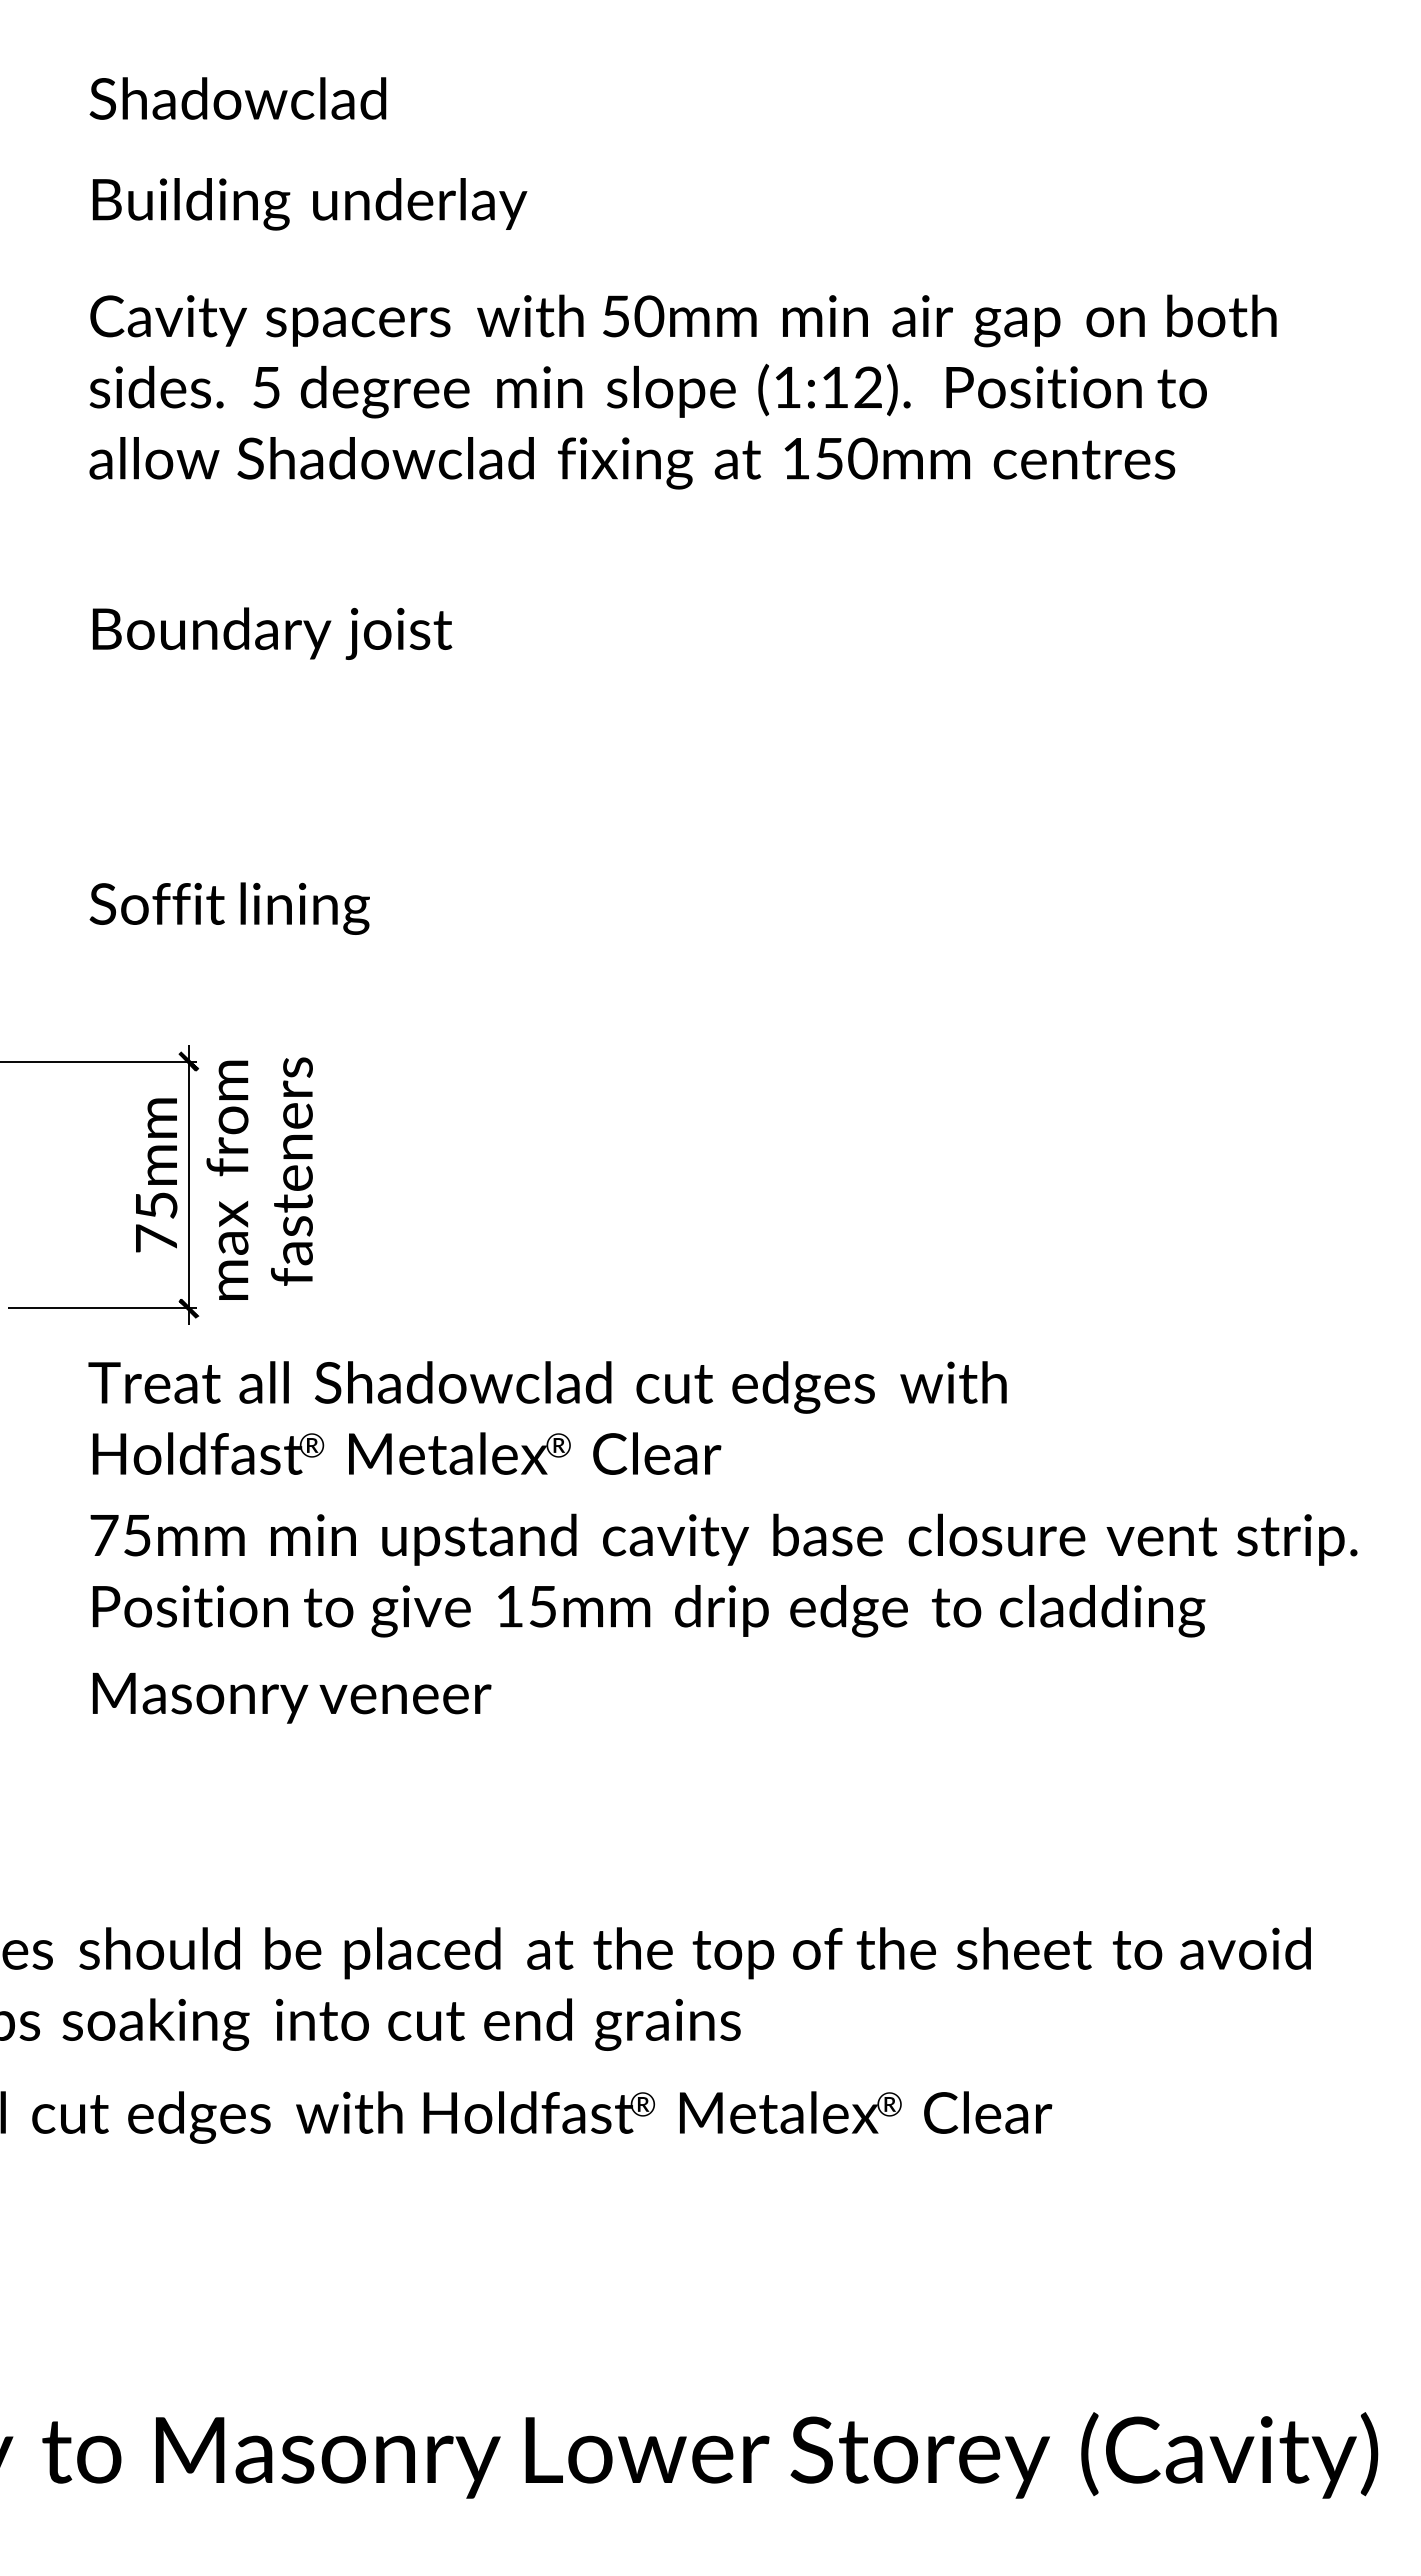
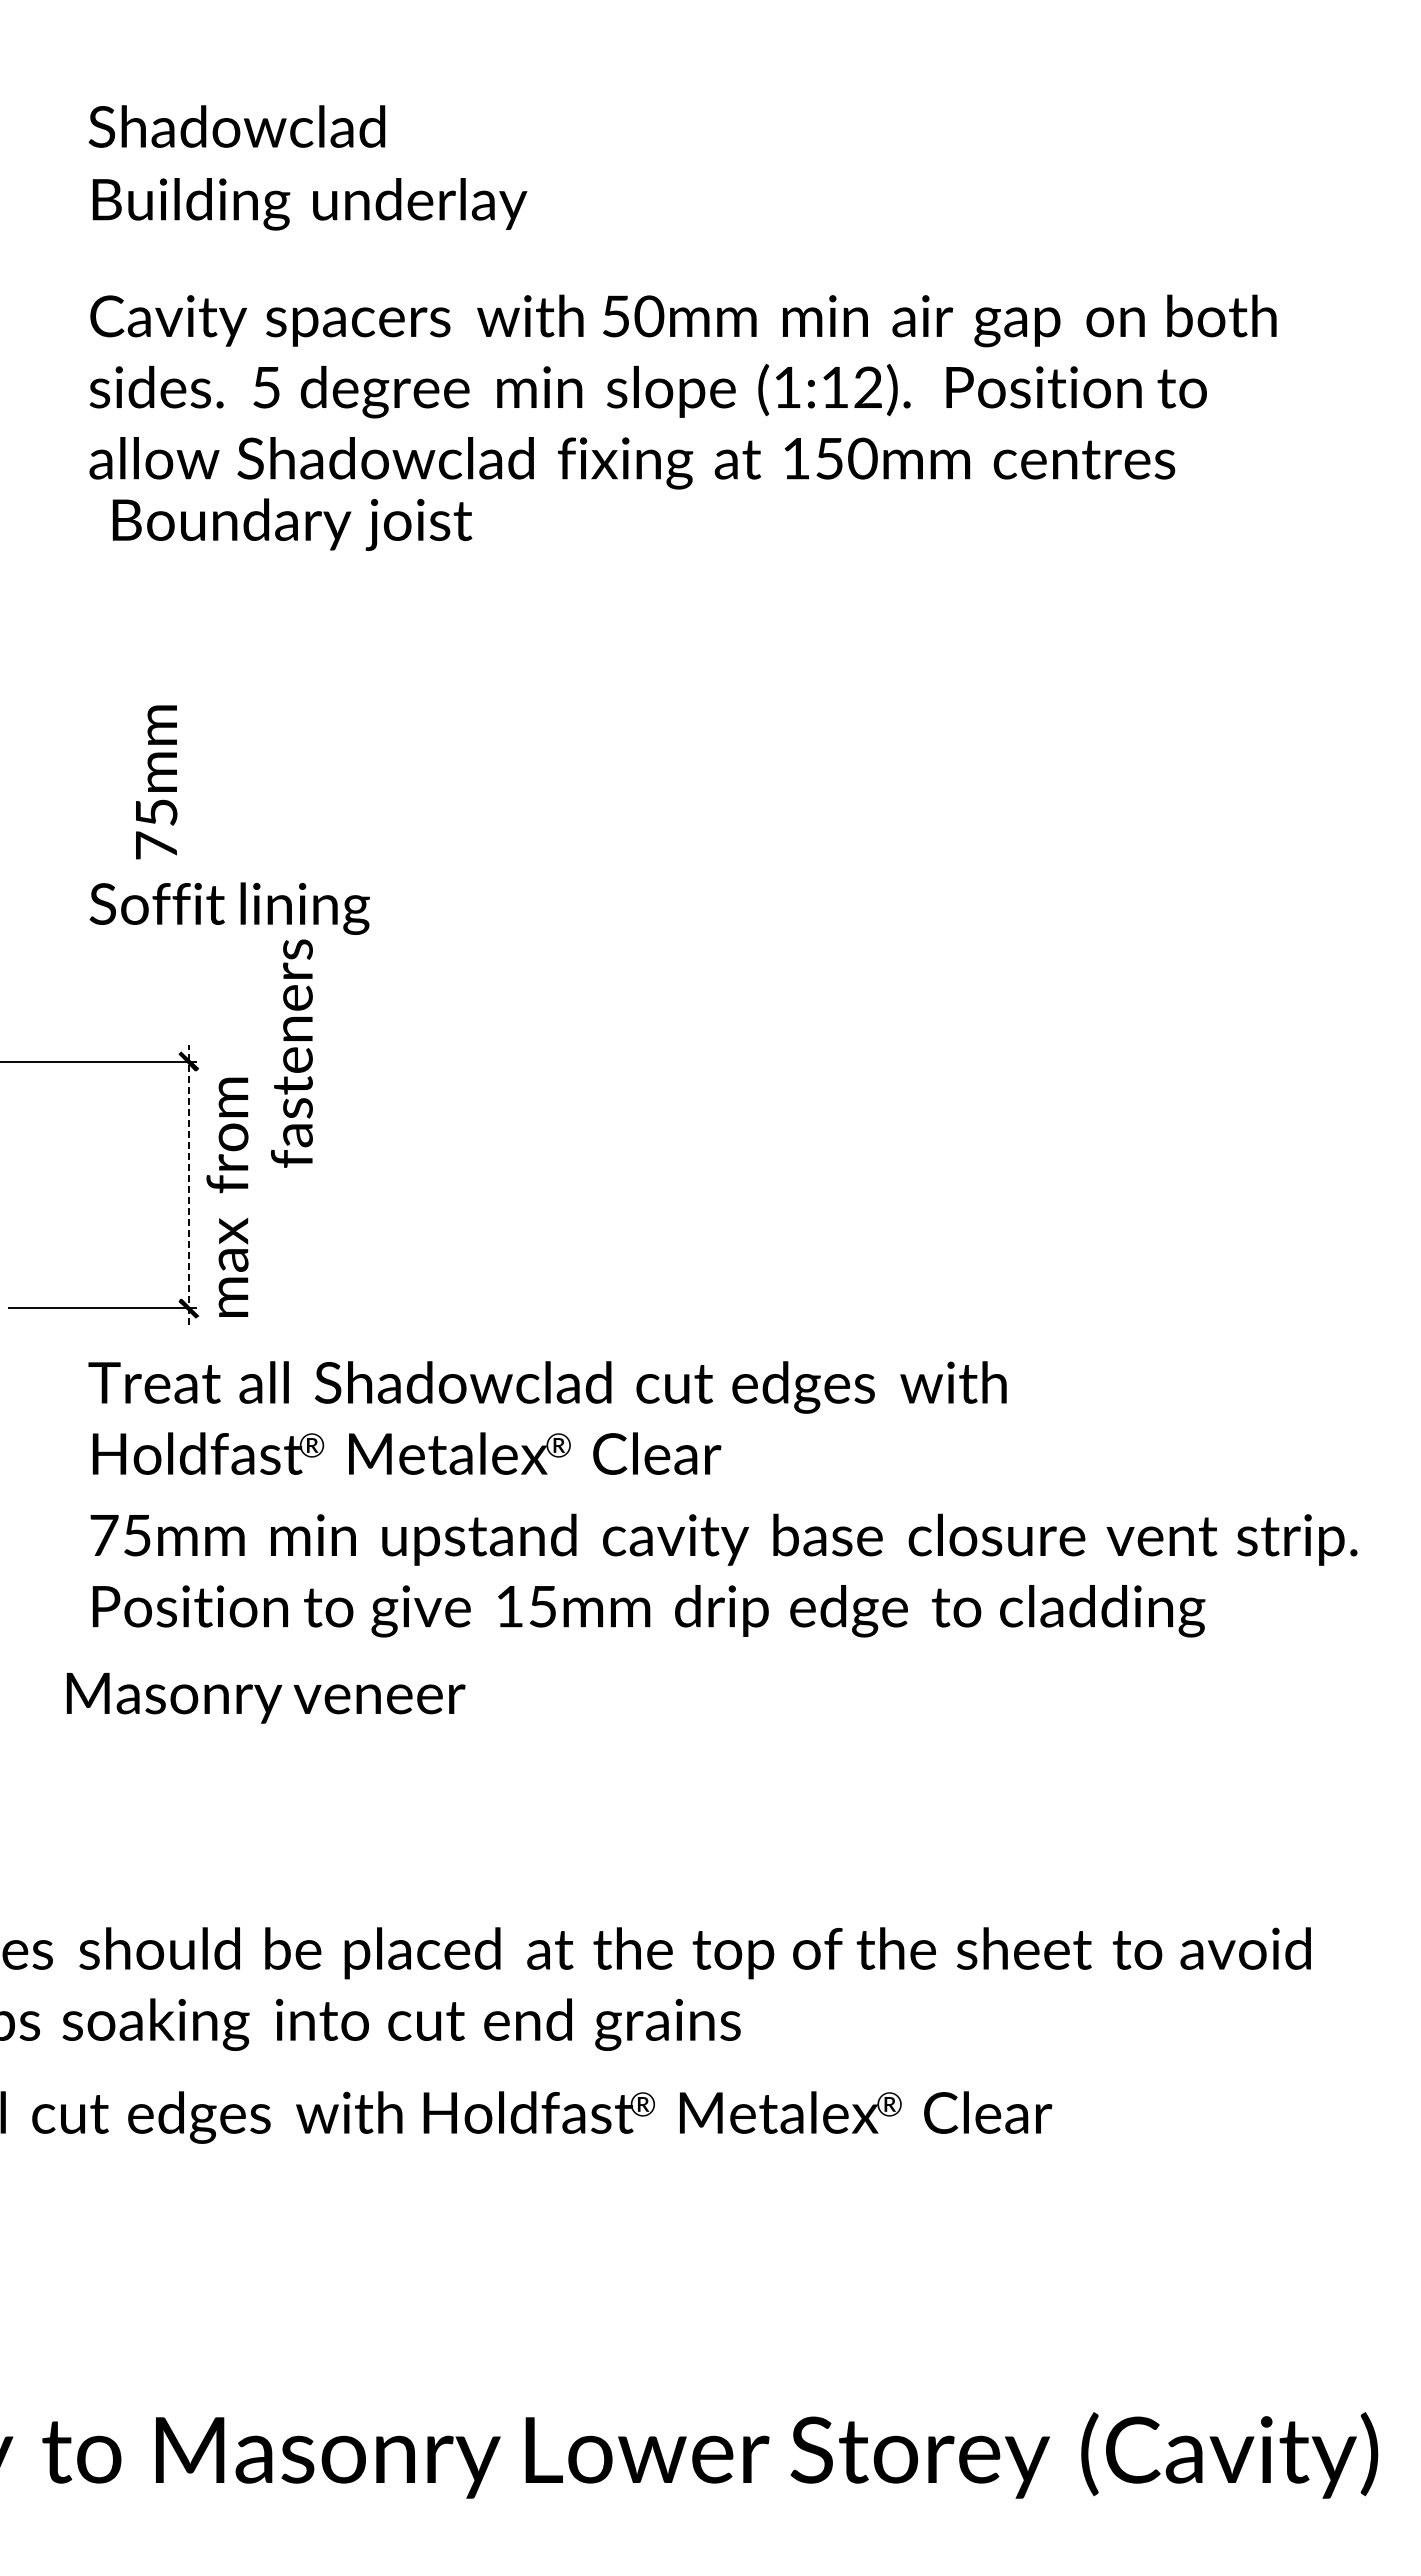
text at (237, 98) position: (237, 98) -> (236, 126)
text at (272, 633) position: (272, 633) -> (292, 524)
text at (291, 1171) position: (291, 1171) -> (291, 1053)
text at (156, 1175) position: (156, 1175) -> (156, 782)
text at (227, 1179) position: (227, 1179) -> (227, 1196)
line at (188, 1184): solid -> dashed
text at (291, 1697) position: (291, 1697) -> (265, 1697)
